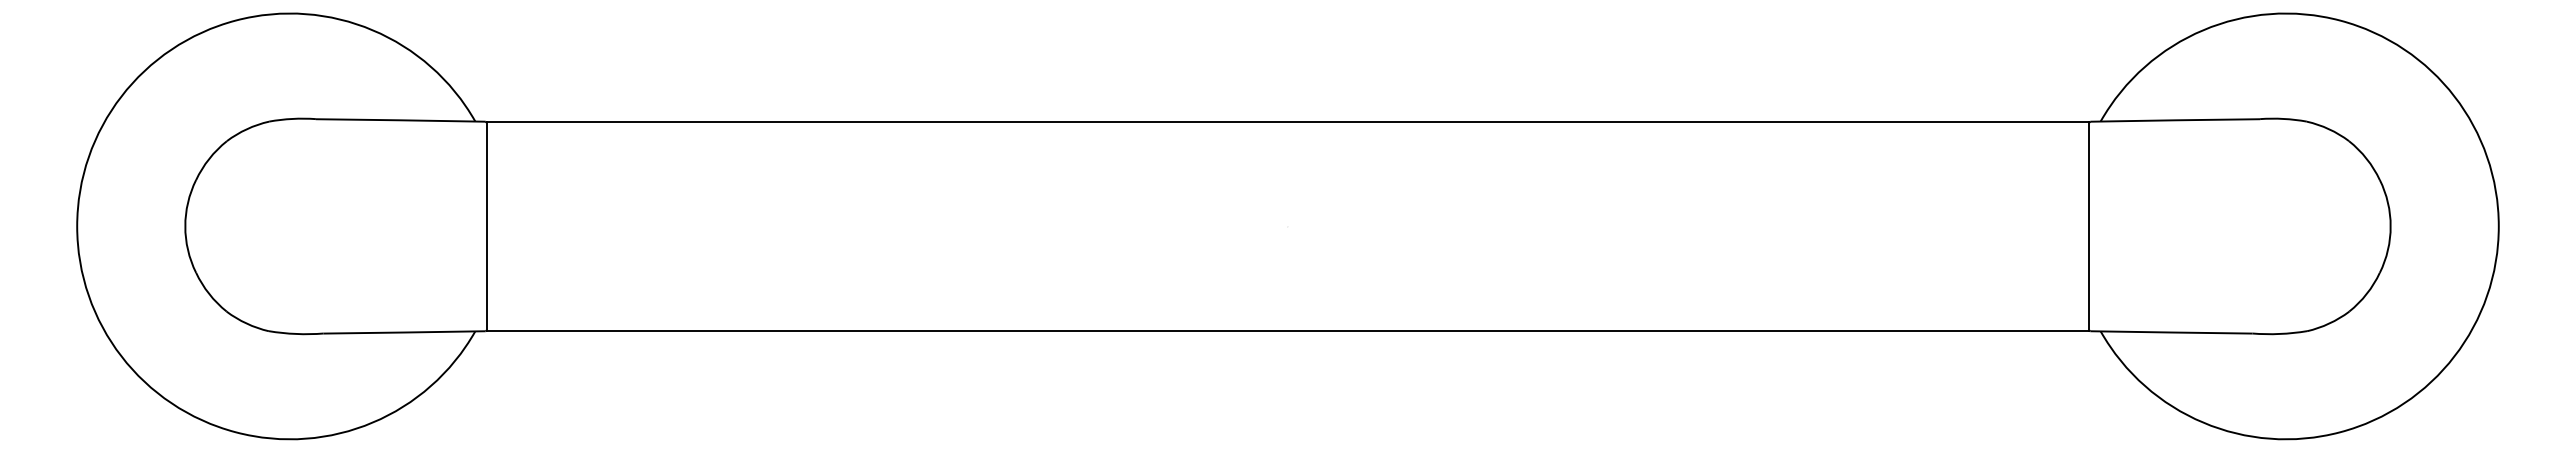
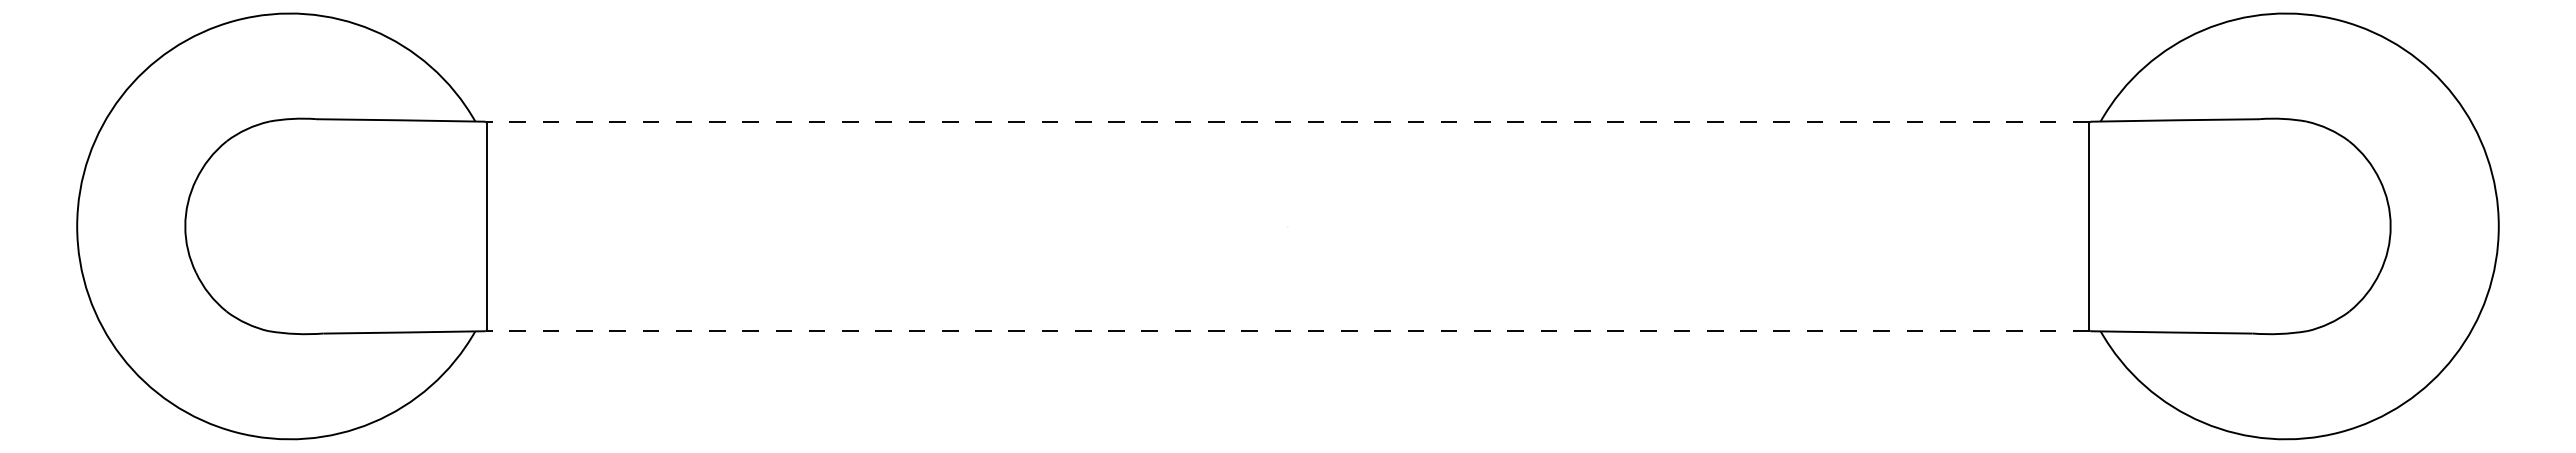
line at (1287, 121): solid -> dashed
line at (1287, 331): solid -> dashed
